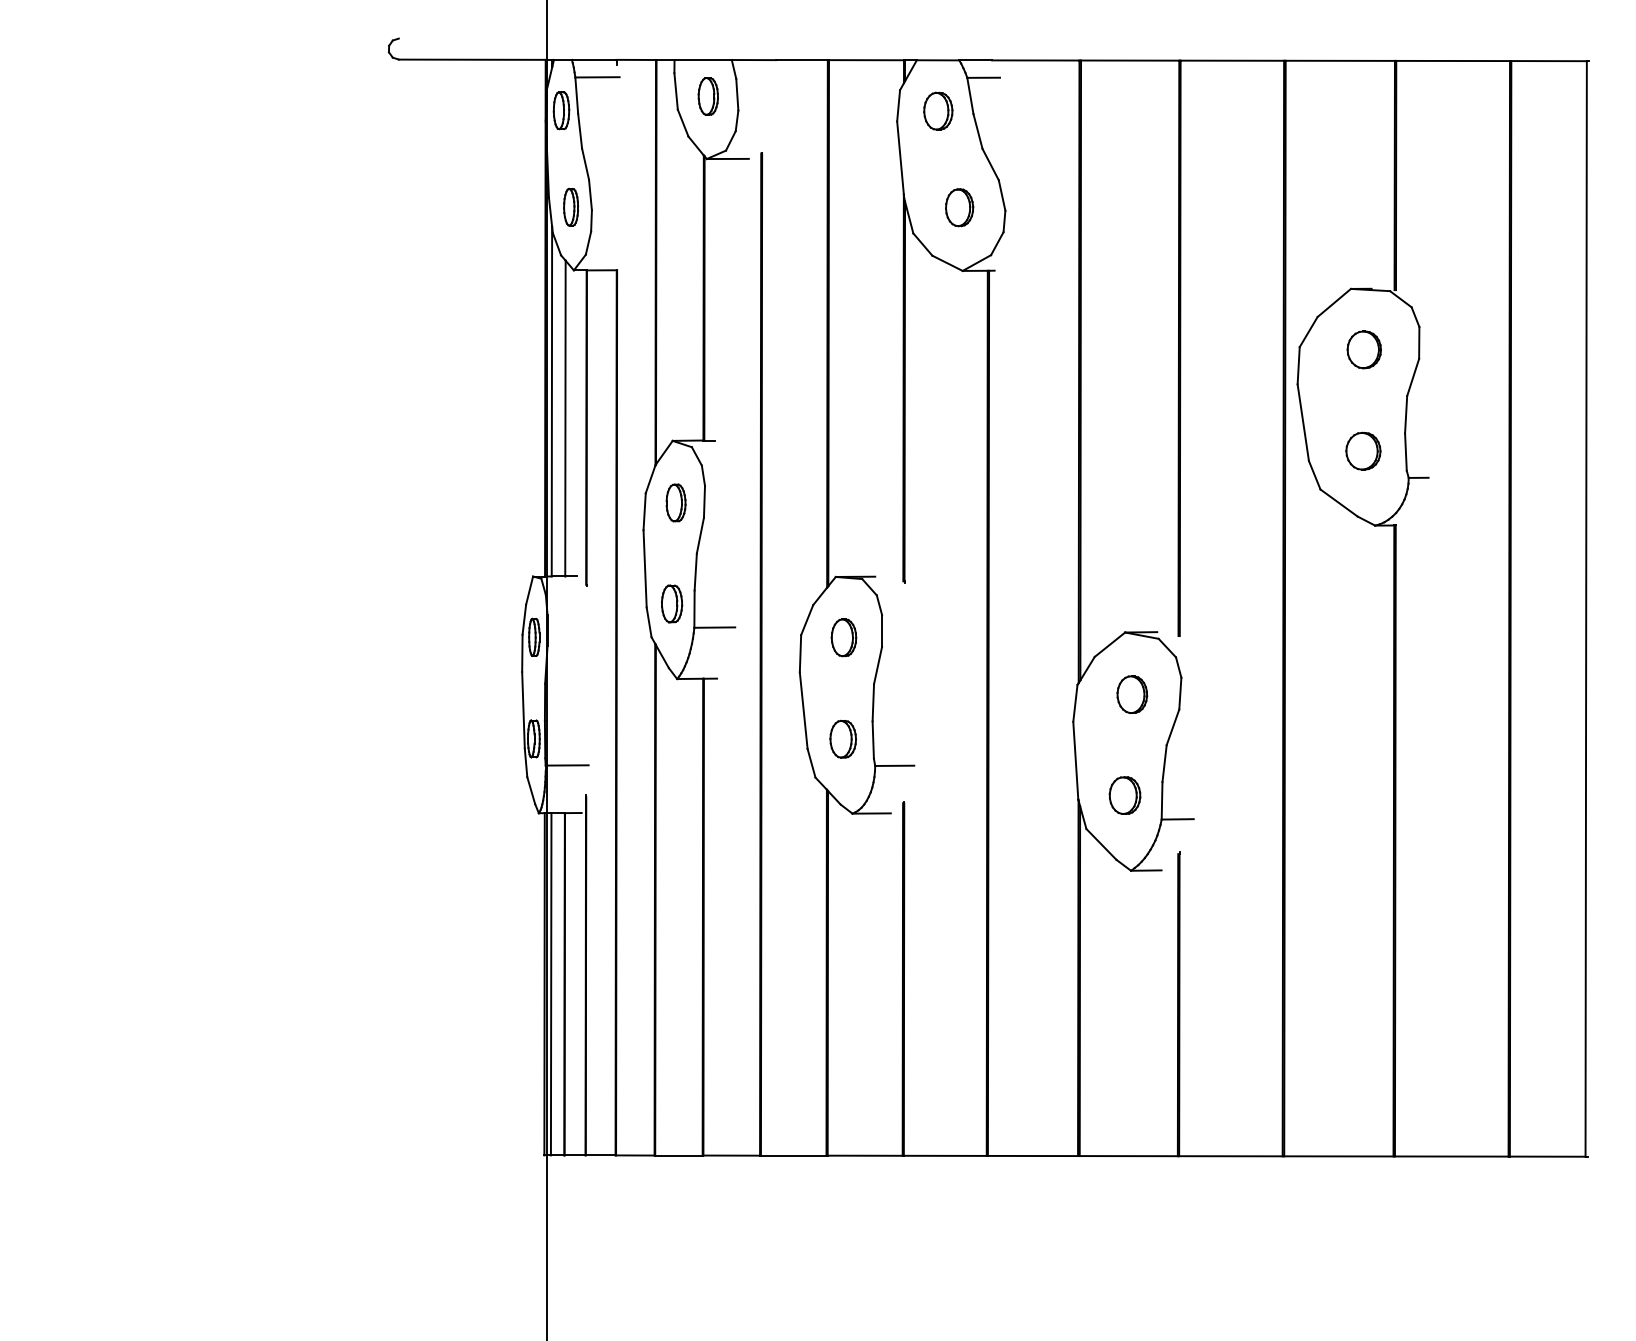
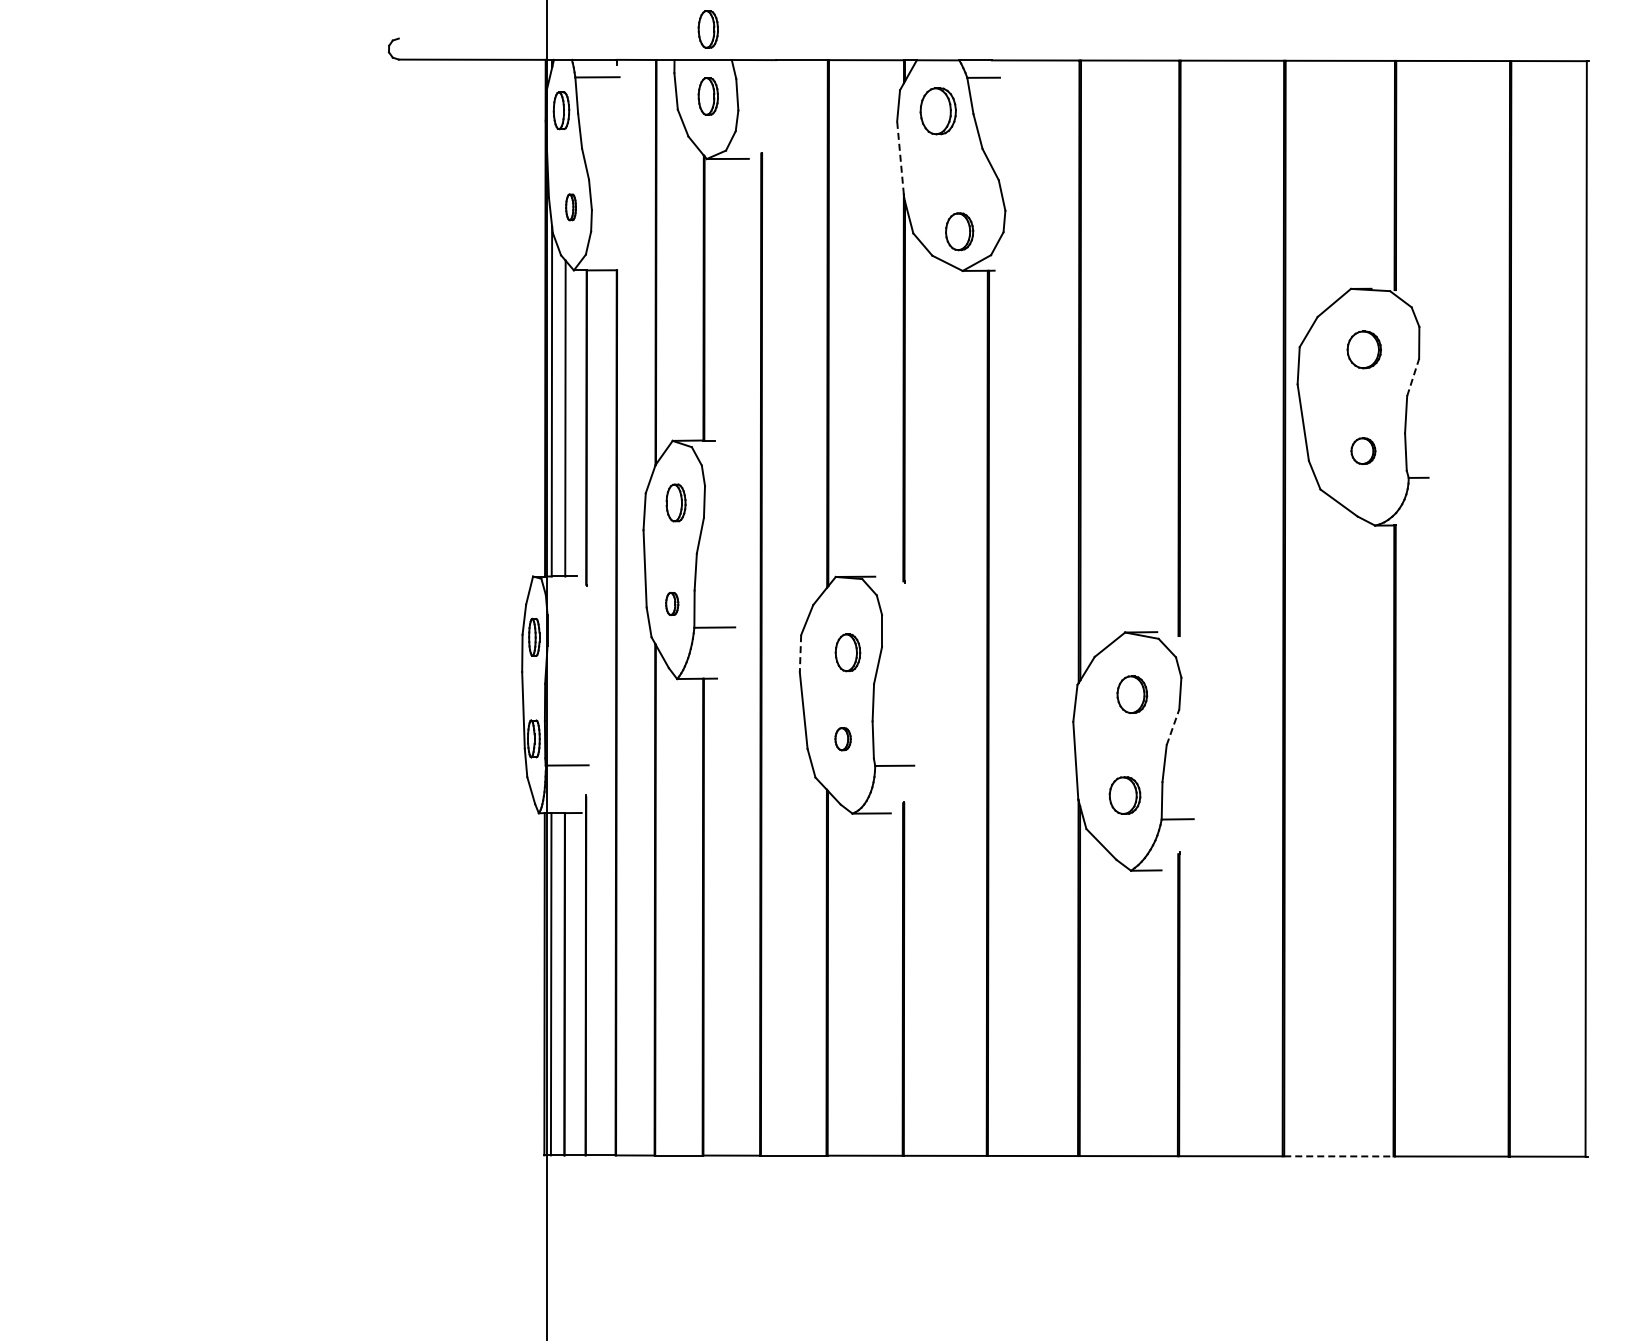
part at (707, 29): none -> present
part at (938, 110) size: 31x40 px -> 38x49 px
line at (900, 158): solid -> dashed
part at (570, 207) size: 16x39 px -> 12x29 px
part at (959, 207) position: (959, 207) -> (959, 231)
line at (1413, 377): solid -> dashed
part at (1363, 450) size: 37x40 px -> 27x28 px
part at (672, 603) size: 23x40 px -> 15x25 px
part at (843, 637) position: (843, 637) -> (847, 652)
line at (800, 653): solid -> dashed
line at (1172, 727): solid -> dashed
part at (842, 738) size: 28x40 px -> 18x25 px
line at (1338, 1156): solid -> dashed
